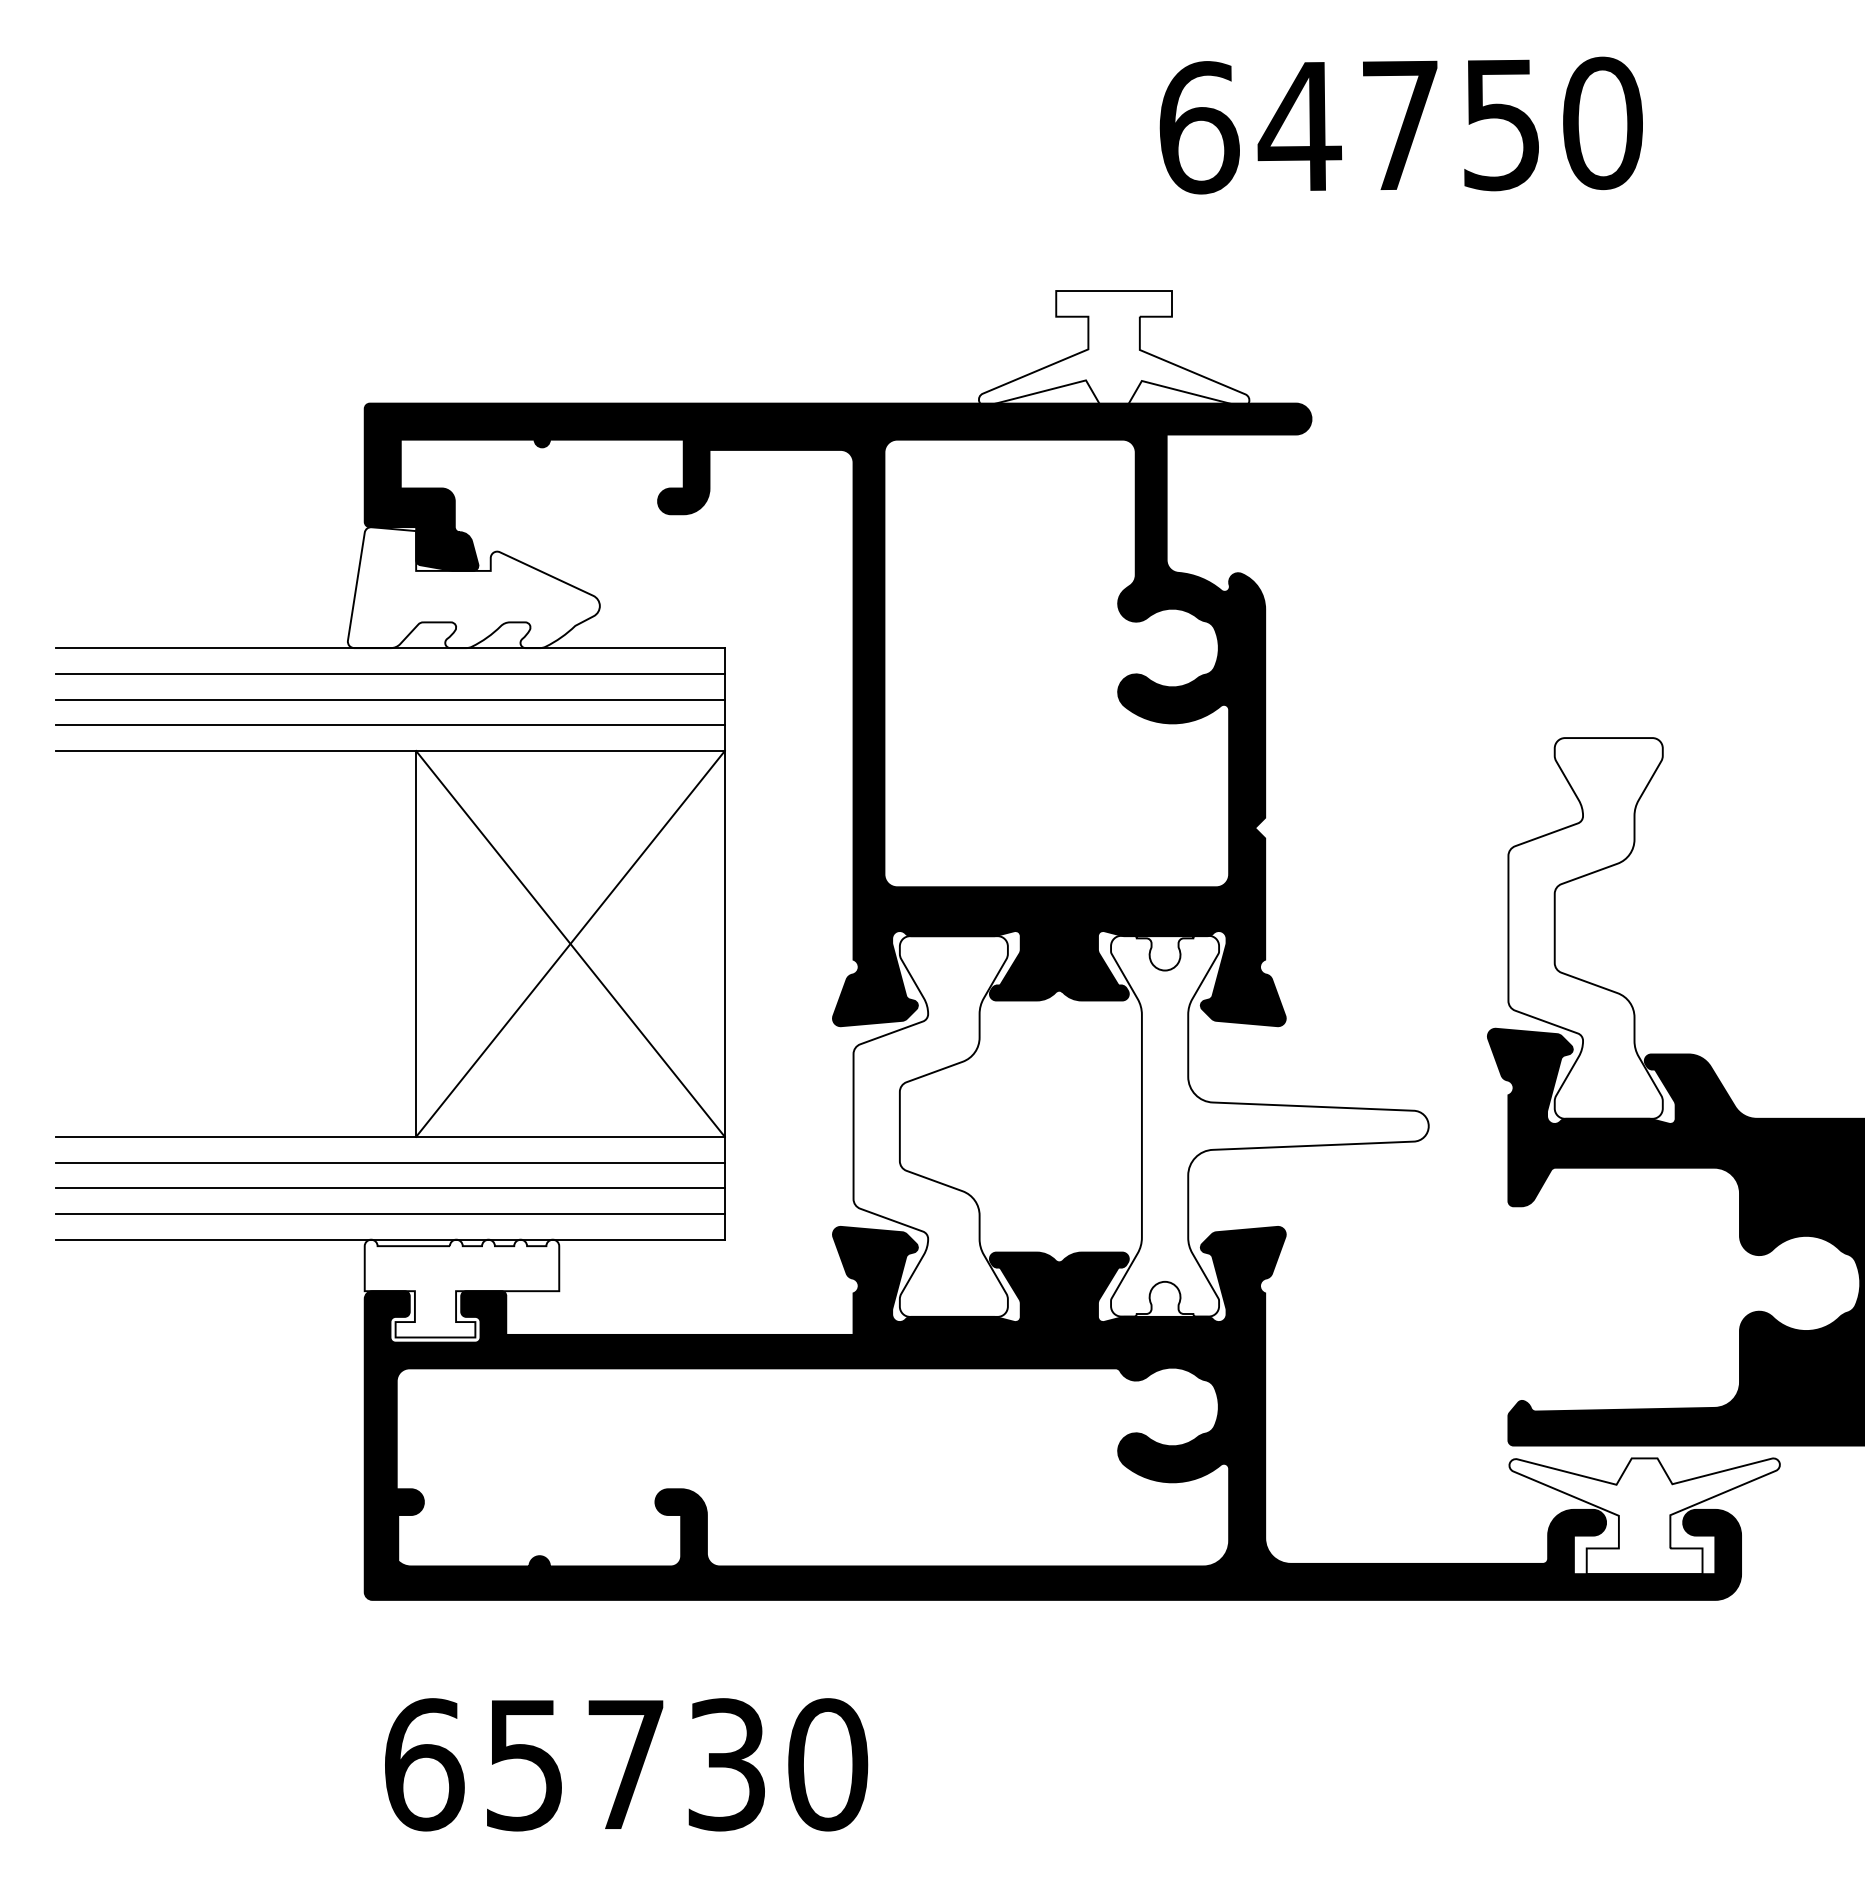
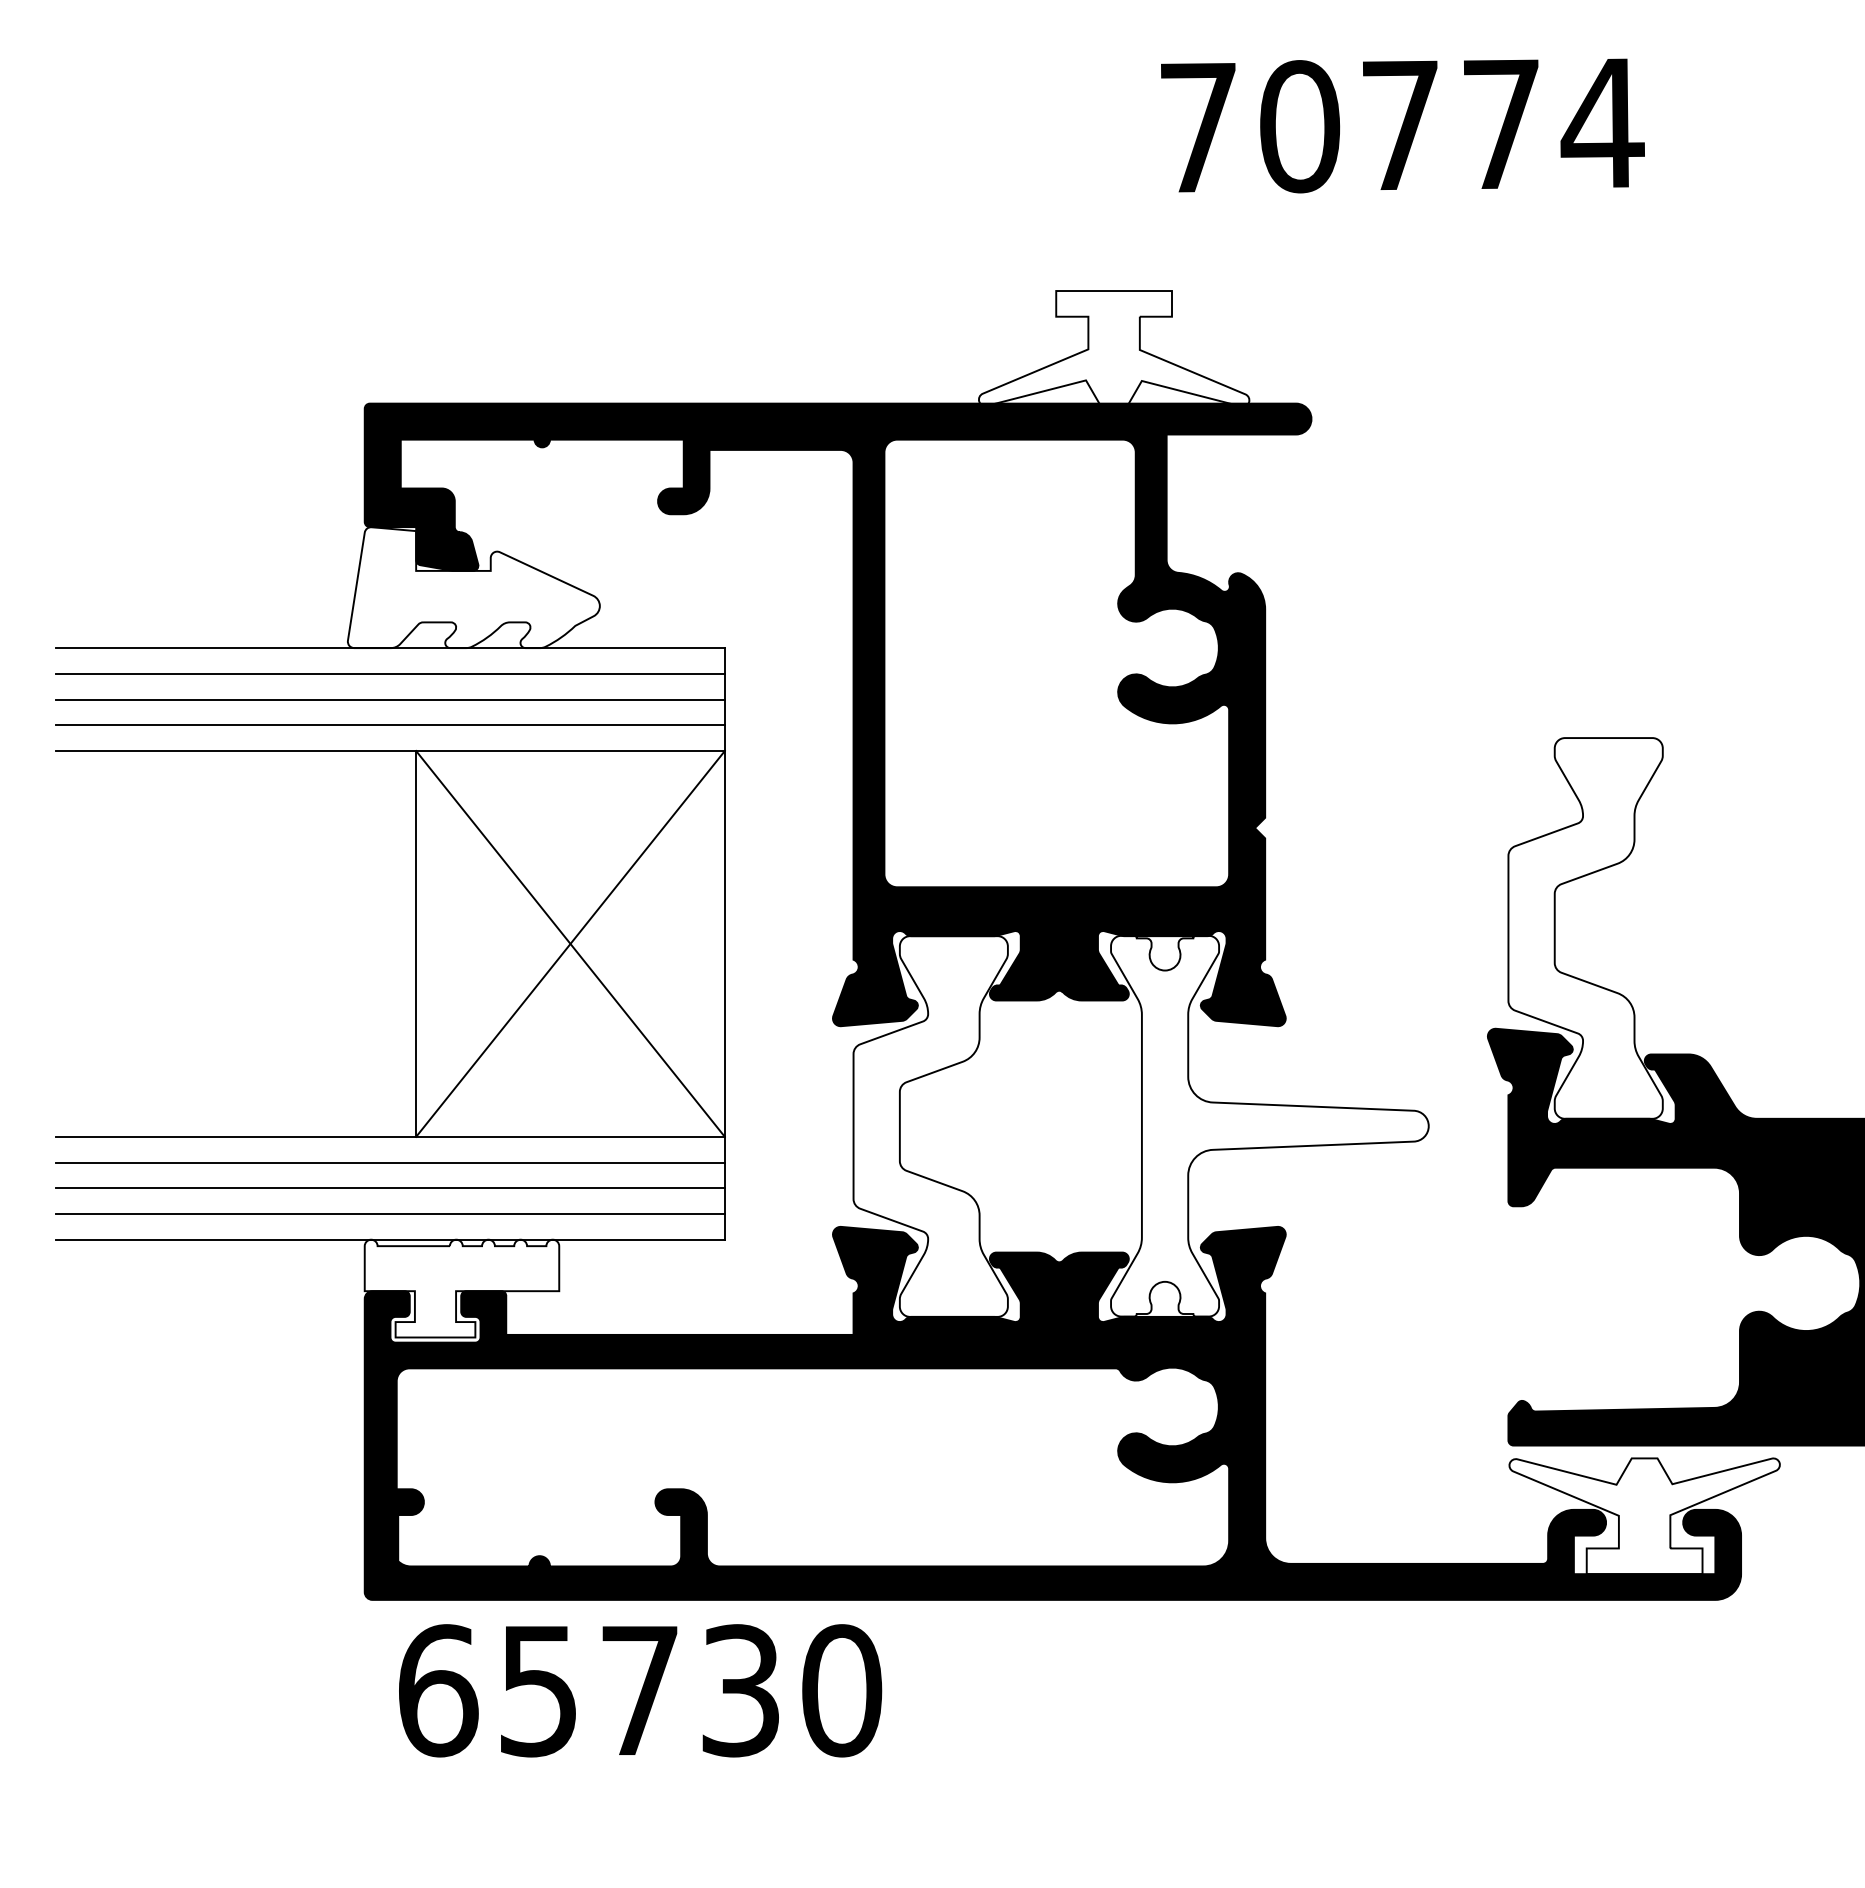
text at (1401, 125): 64750 -> 70774
text at (626, 1764) position: (626, 1764) -> (640, 1690)
